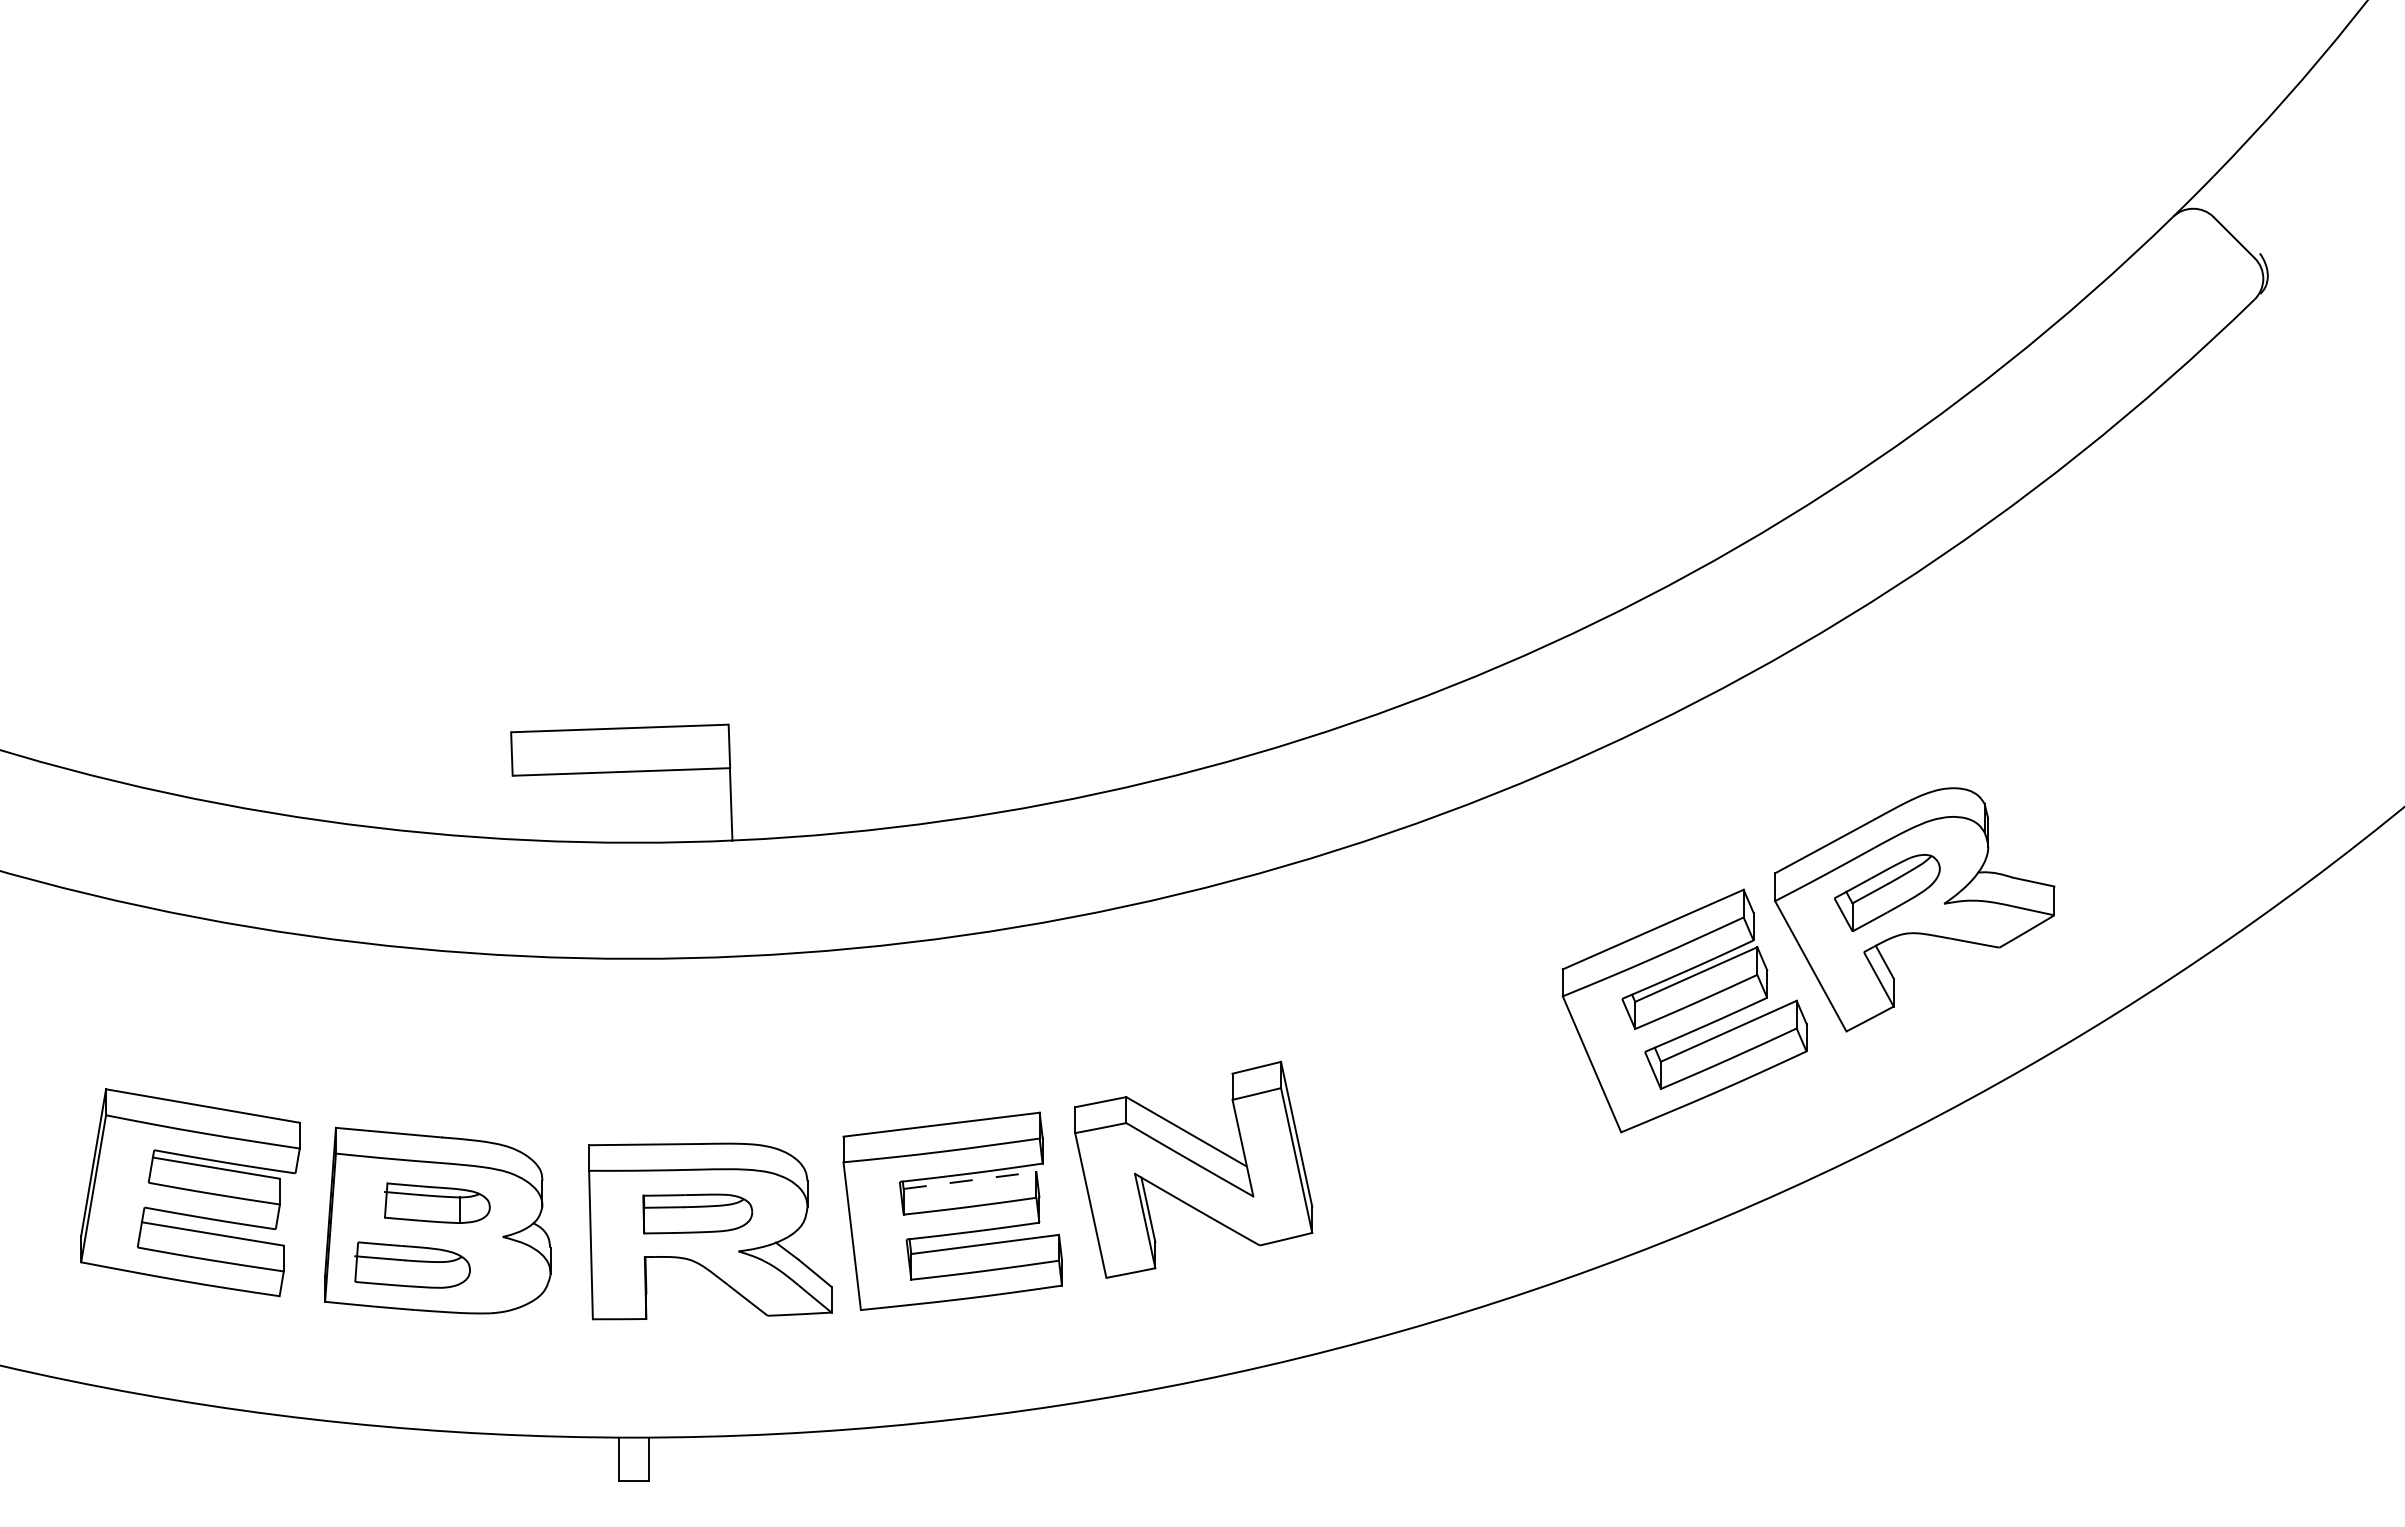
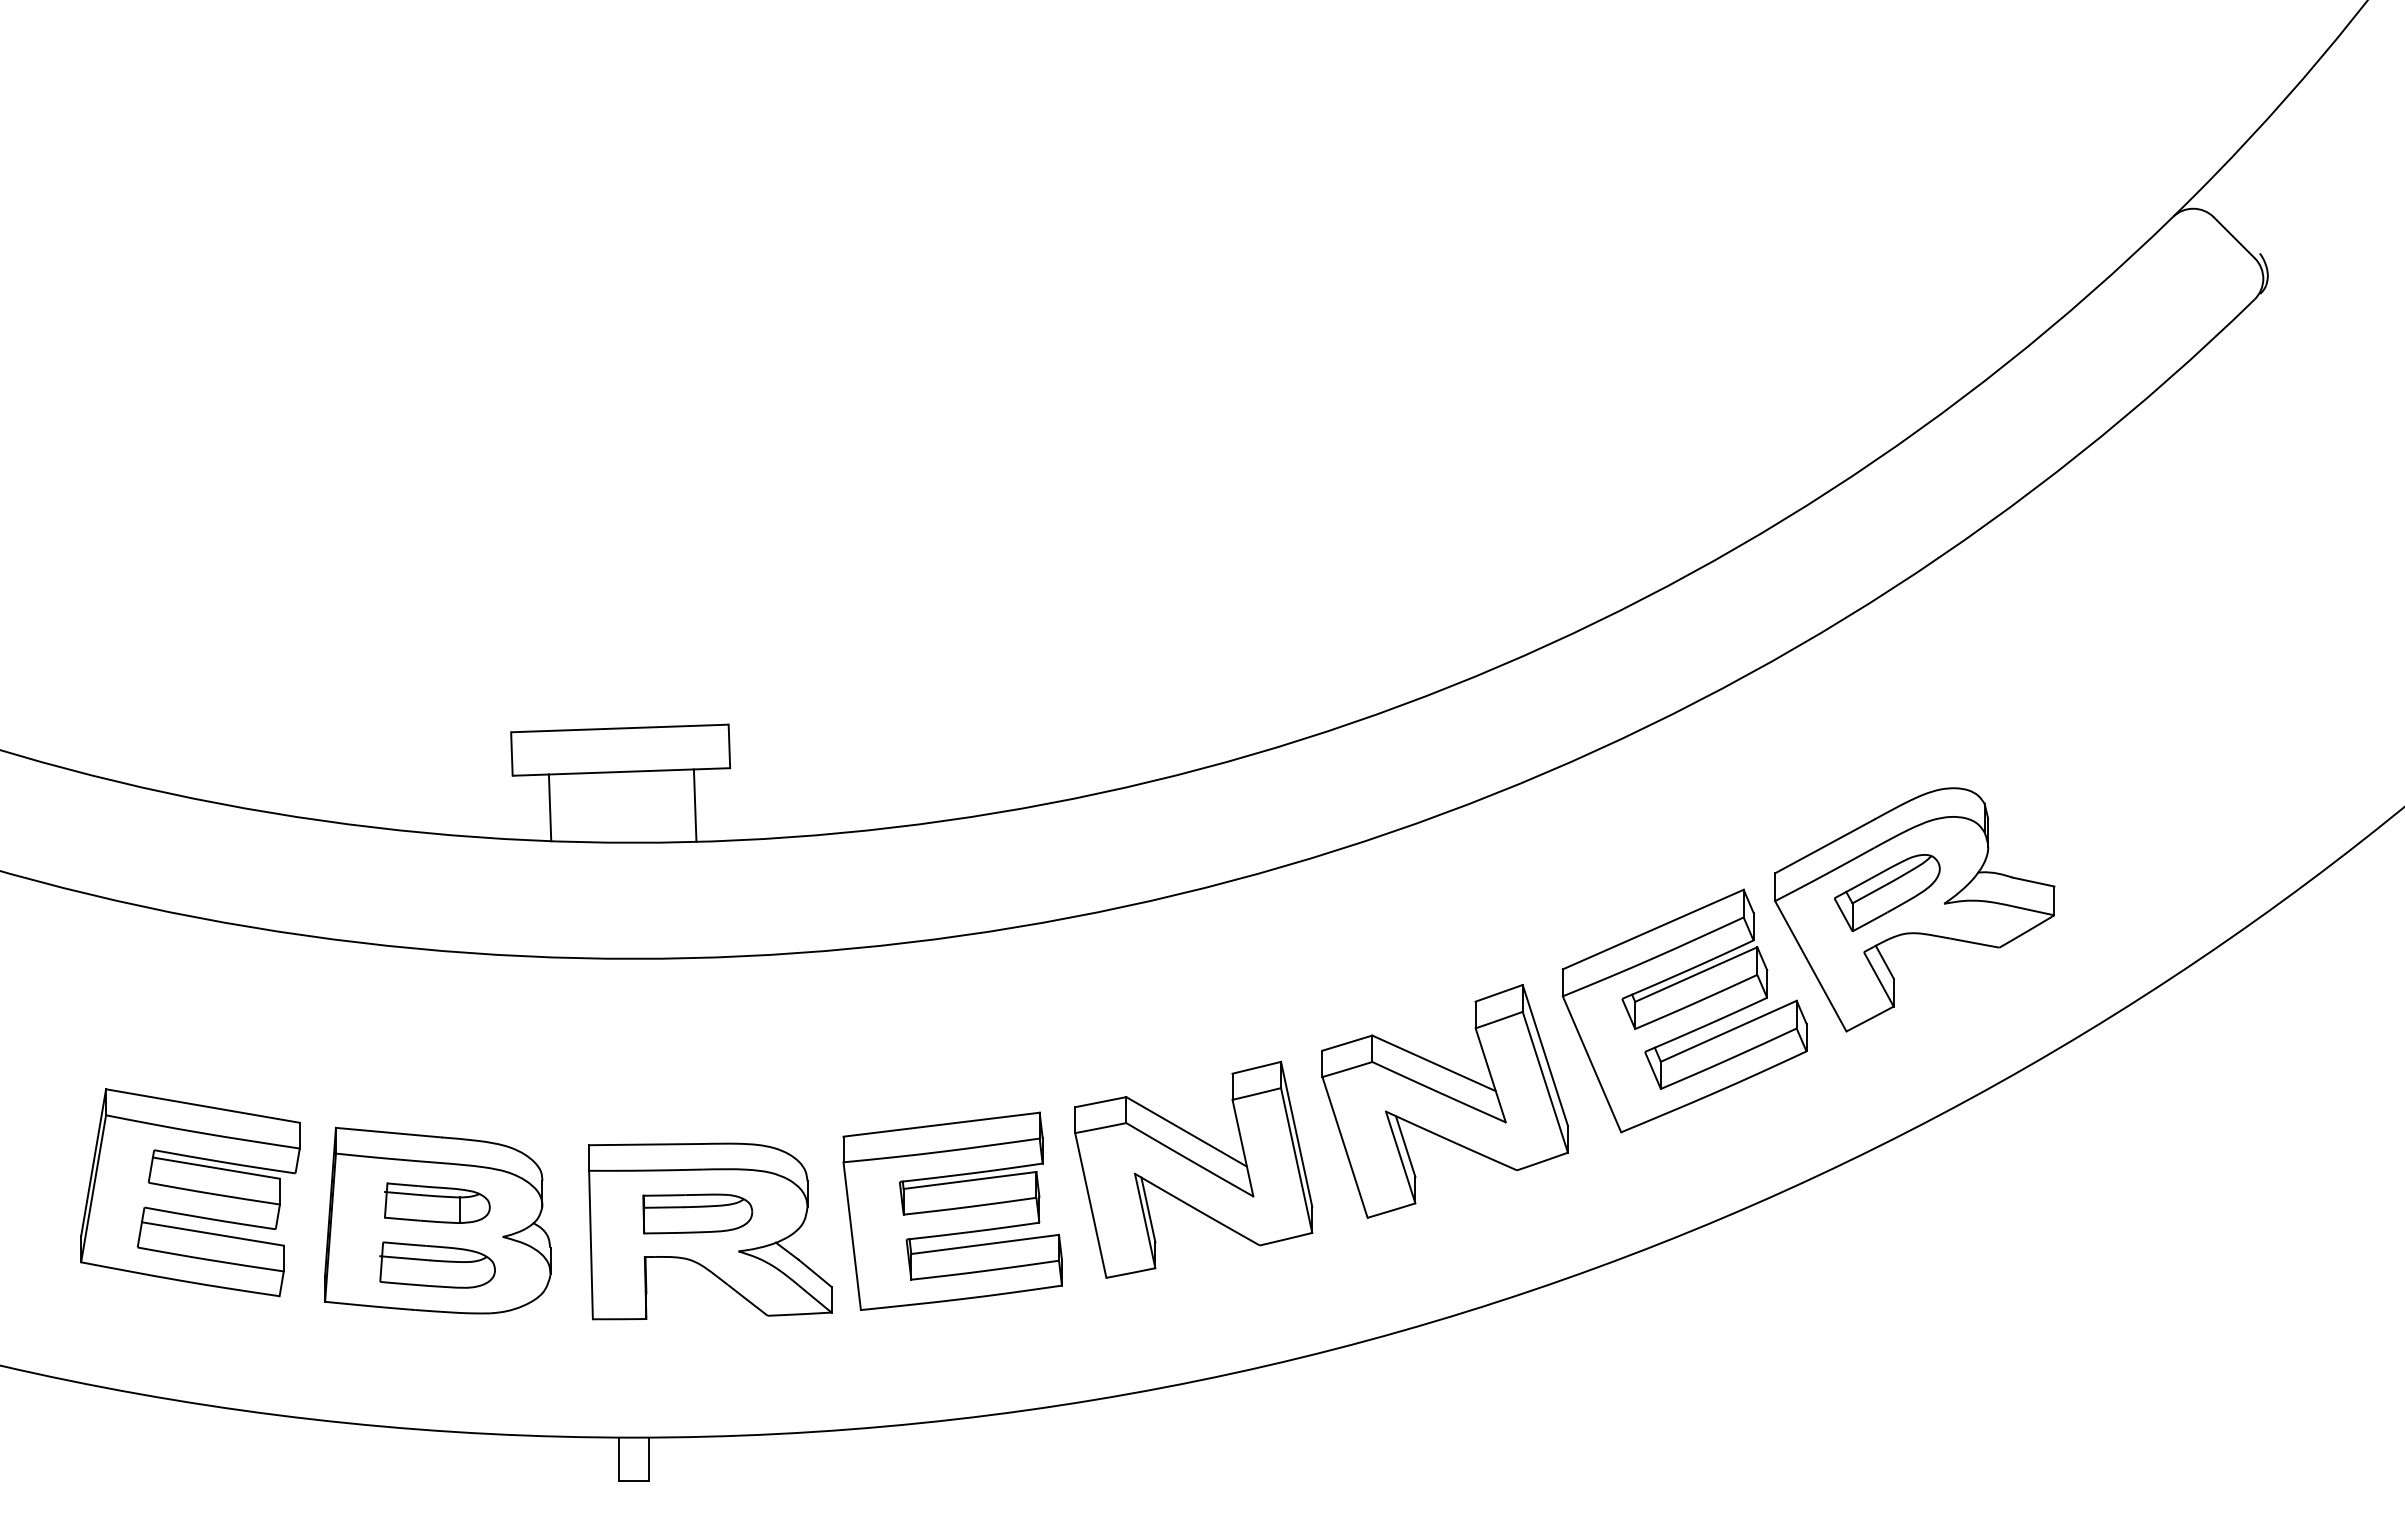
line at (730, 804) position: (730, 804) -> (694, 805)
line at (549, 807): none -> present
part at (1444, 1101): none -> present
line at (970, 1180): dashed -> solid
part at (412, 1264) position: (412, 1264) -> (437, 1264)
